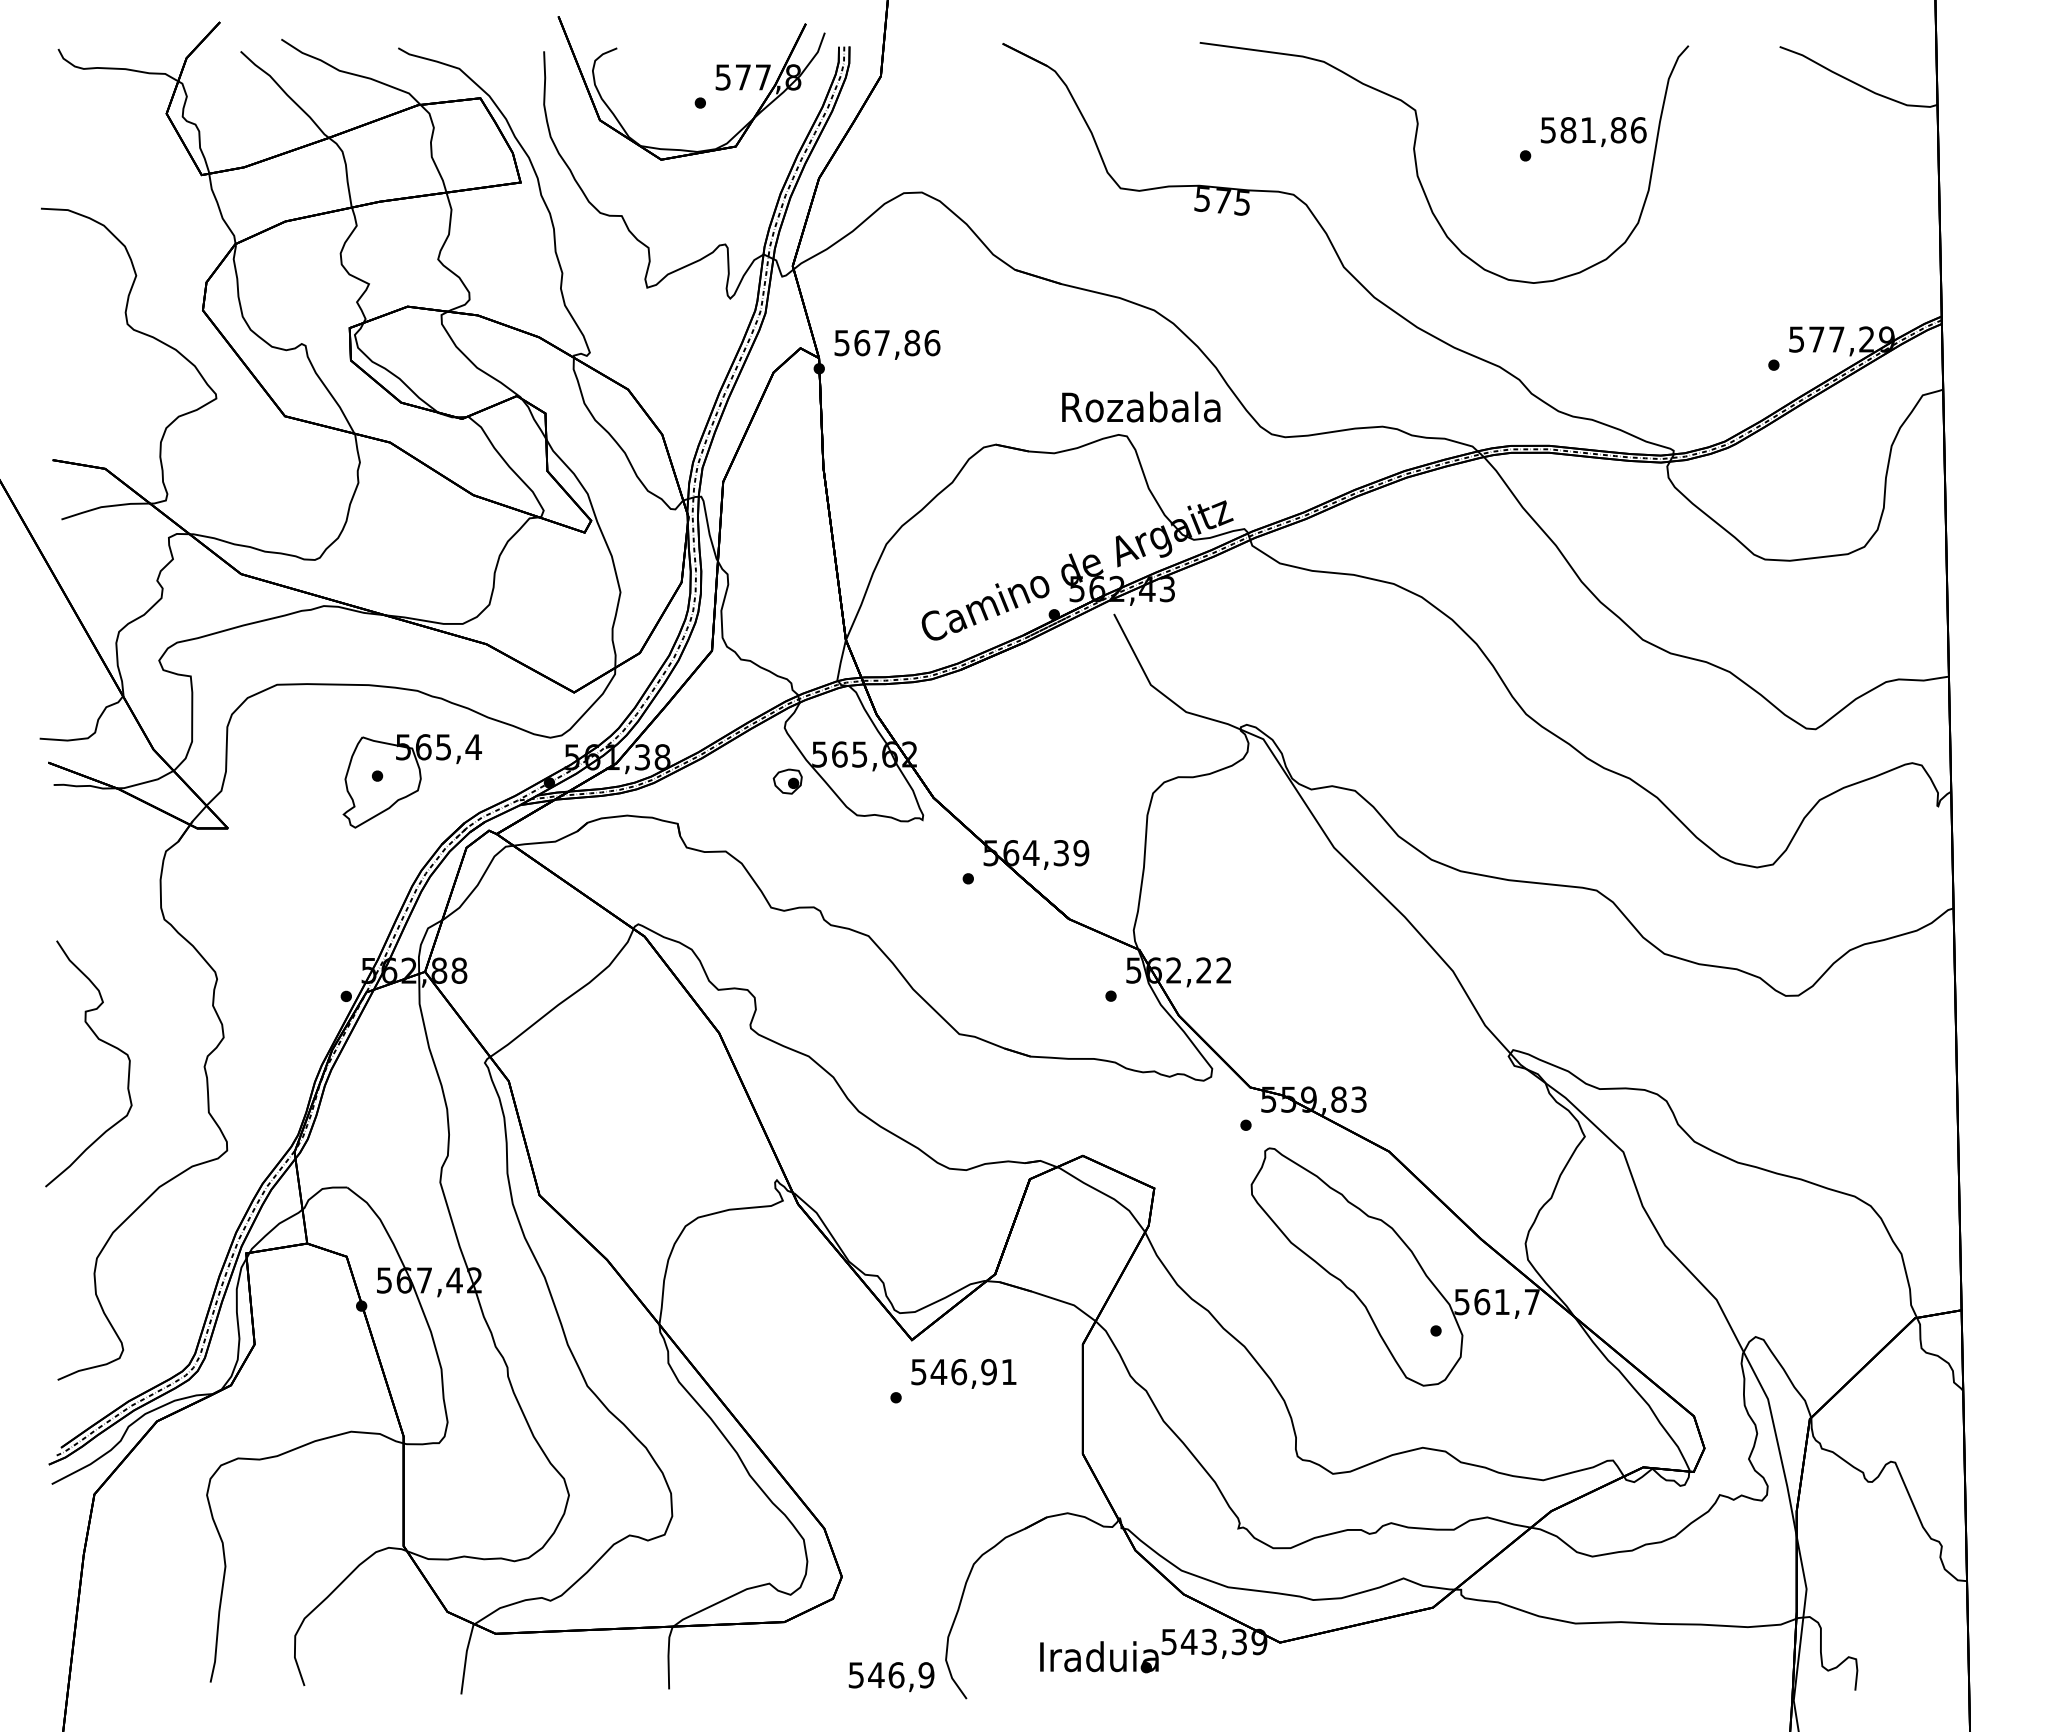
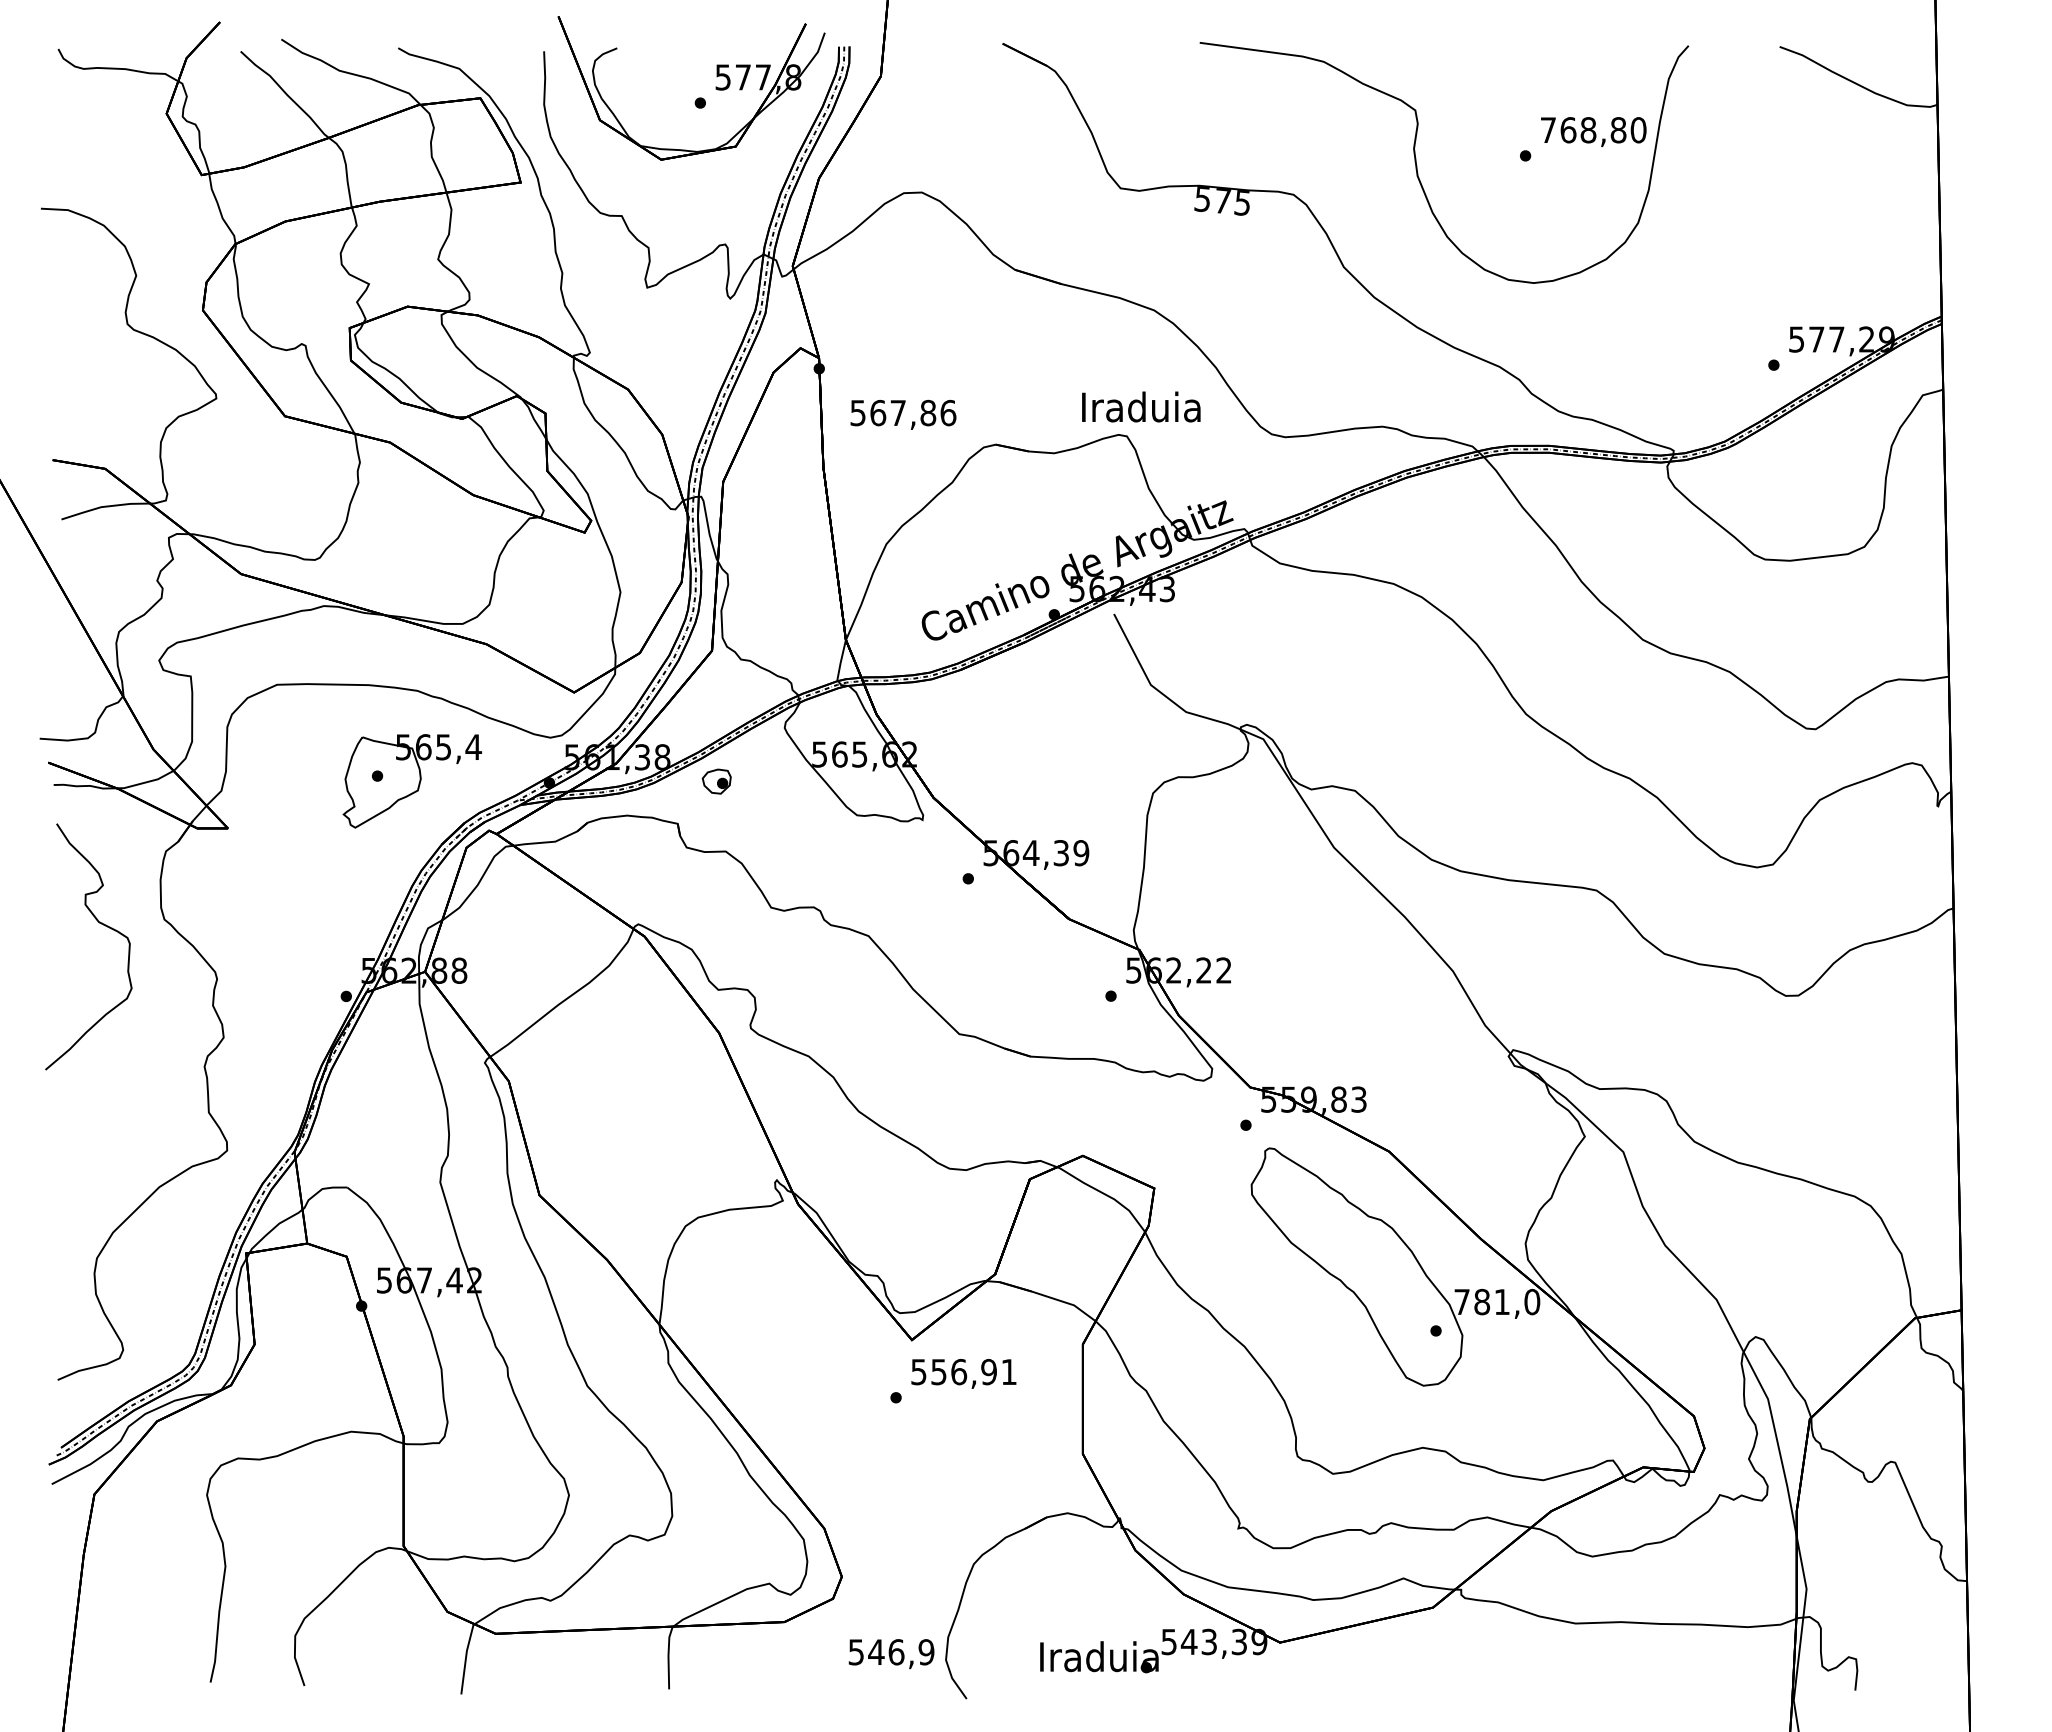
text at (1593, 130): 581,86 -> 768,80
text at (887, 344) position: (887, 344) -> (903, 414)
text at (1141, 406): Rozabala -> Iraduia
part at (787, 781) position: (787, 781) -> (716, 781)
curve at (99, 1040) position: (99, 1040) -> (99, 923)
text at (1497, 1301): 561,7 -> 781,0
text at (938, 1372): 546,91 -> 556,91
text at (891, 1677) position: (891, 1677) -> (891, 1654)
